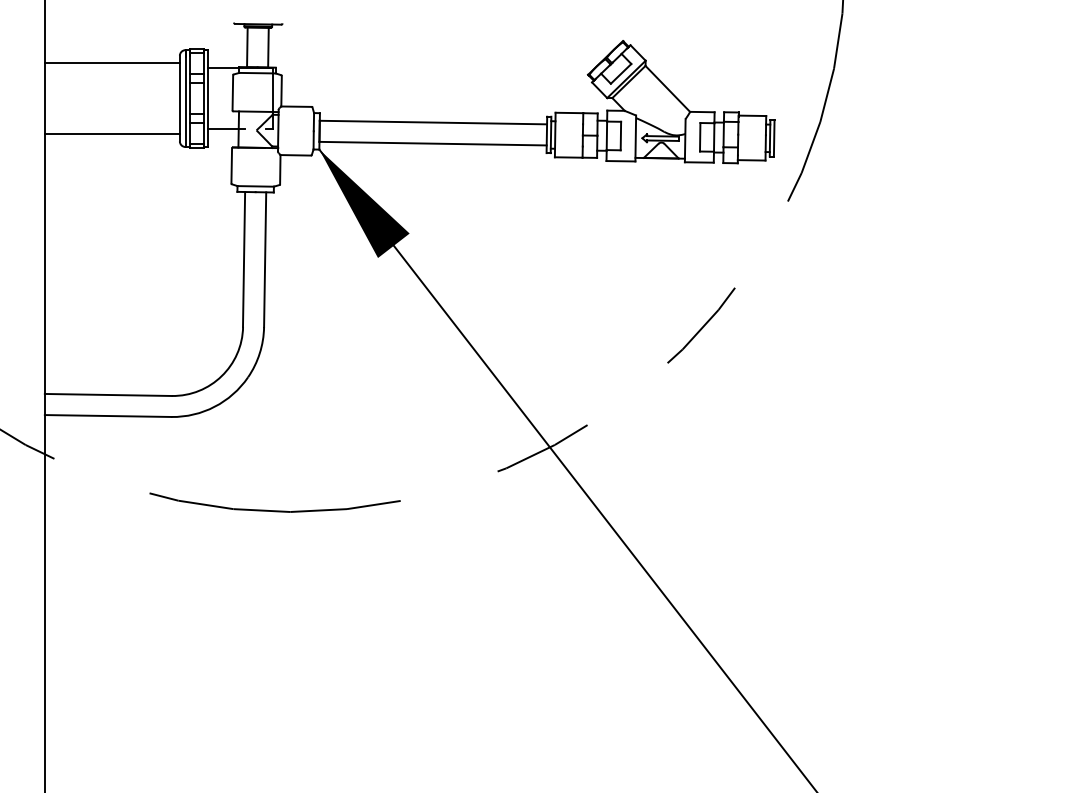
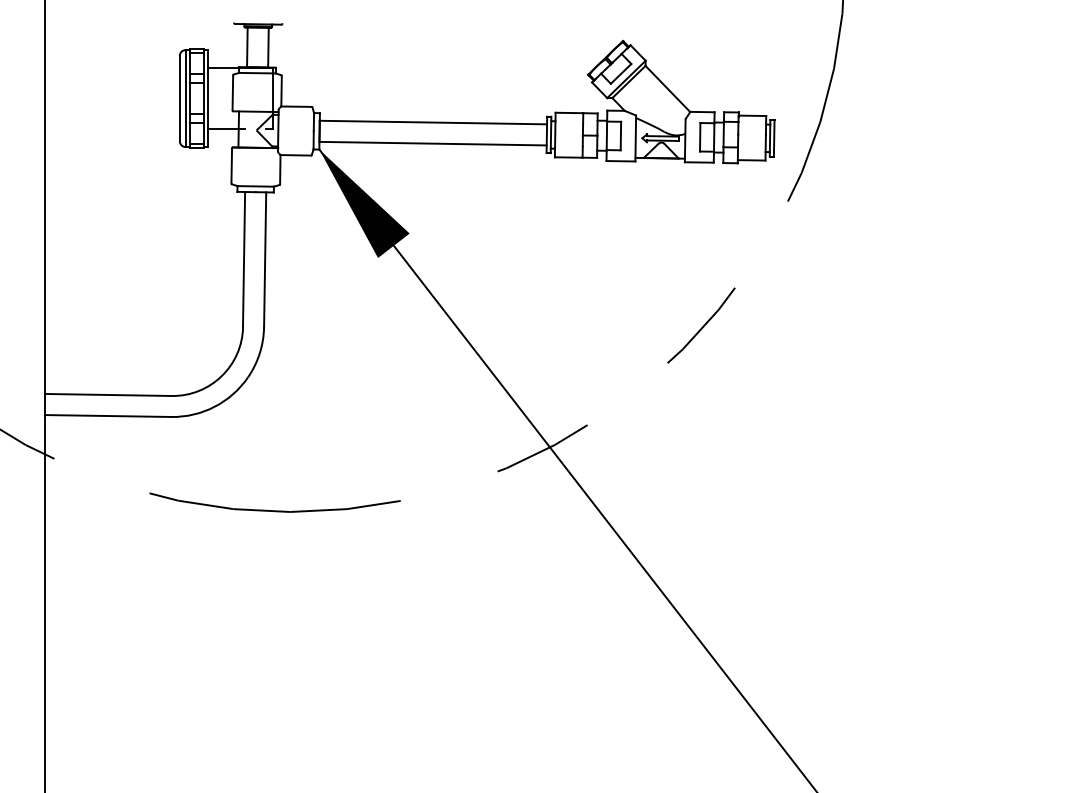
line at (111, 63): present -> none
line at (111, 133): present -> none
